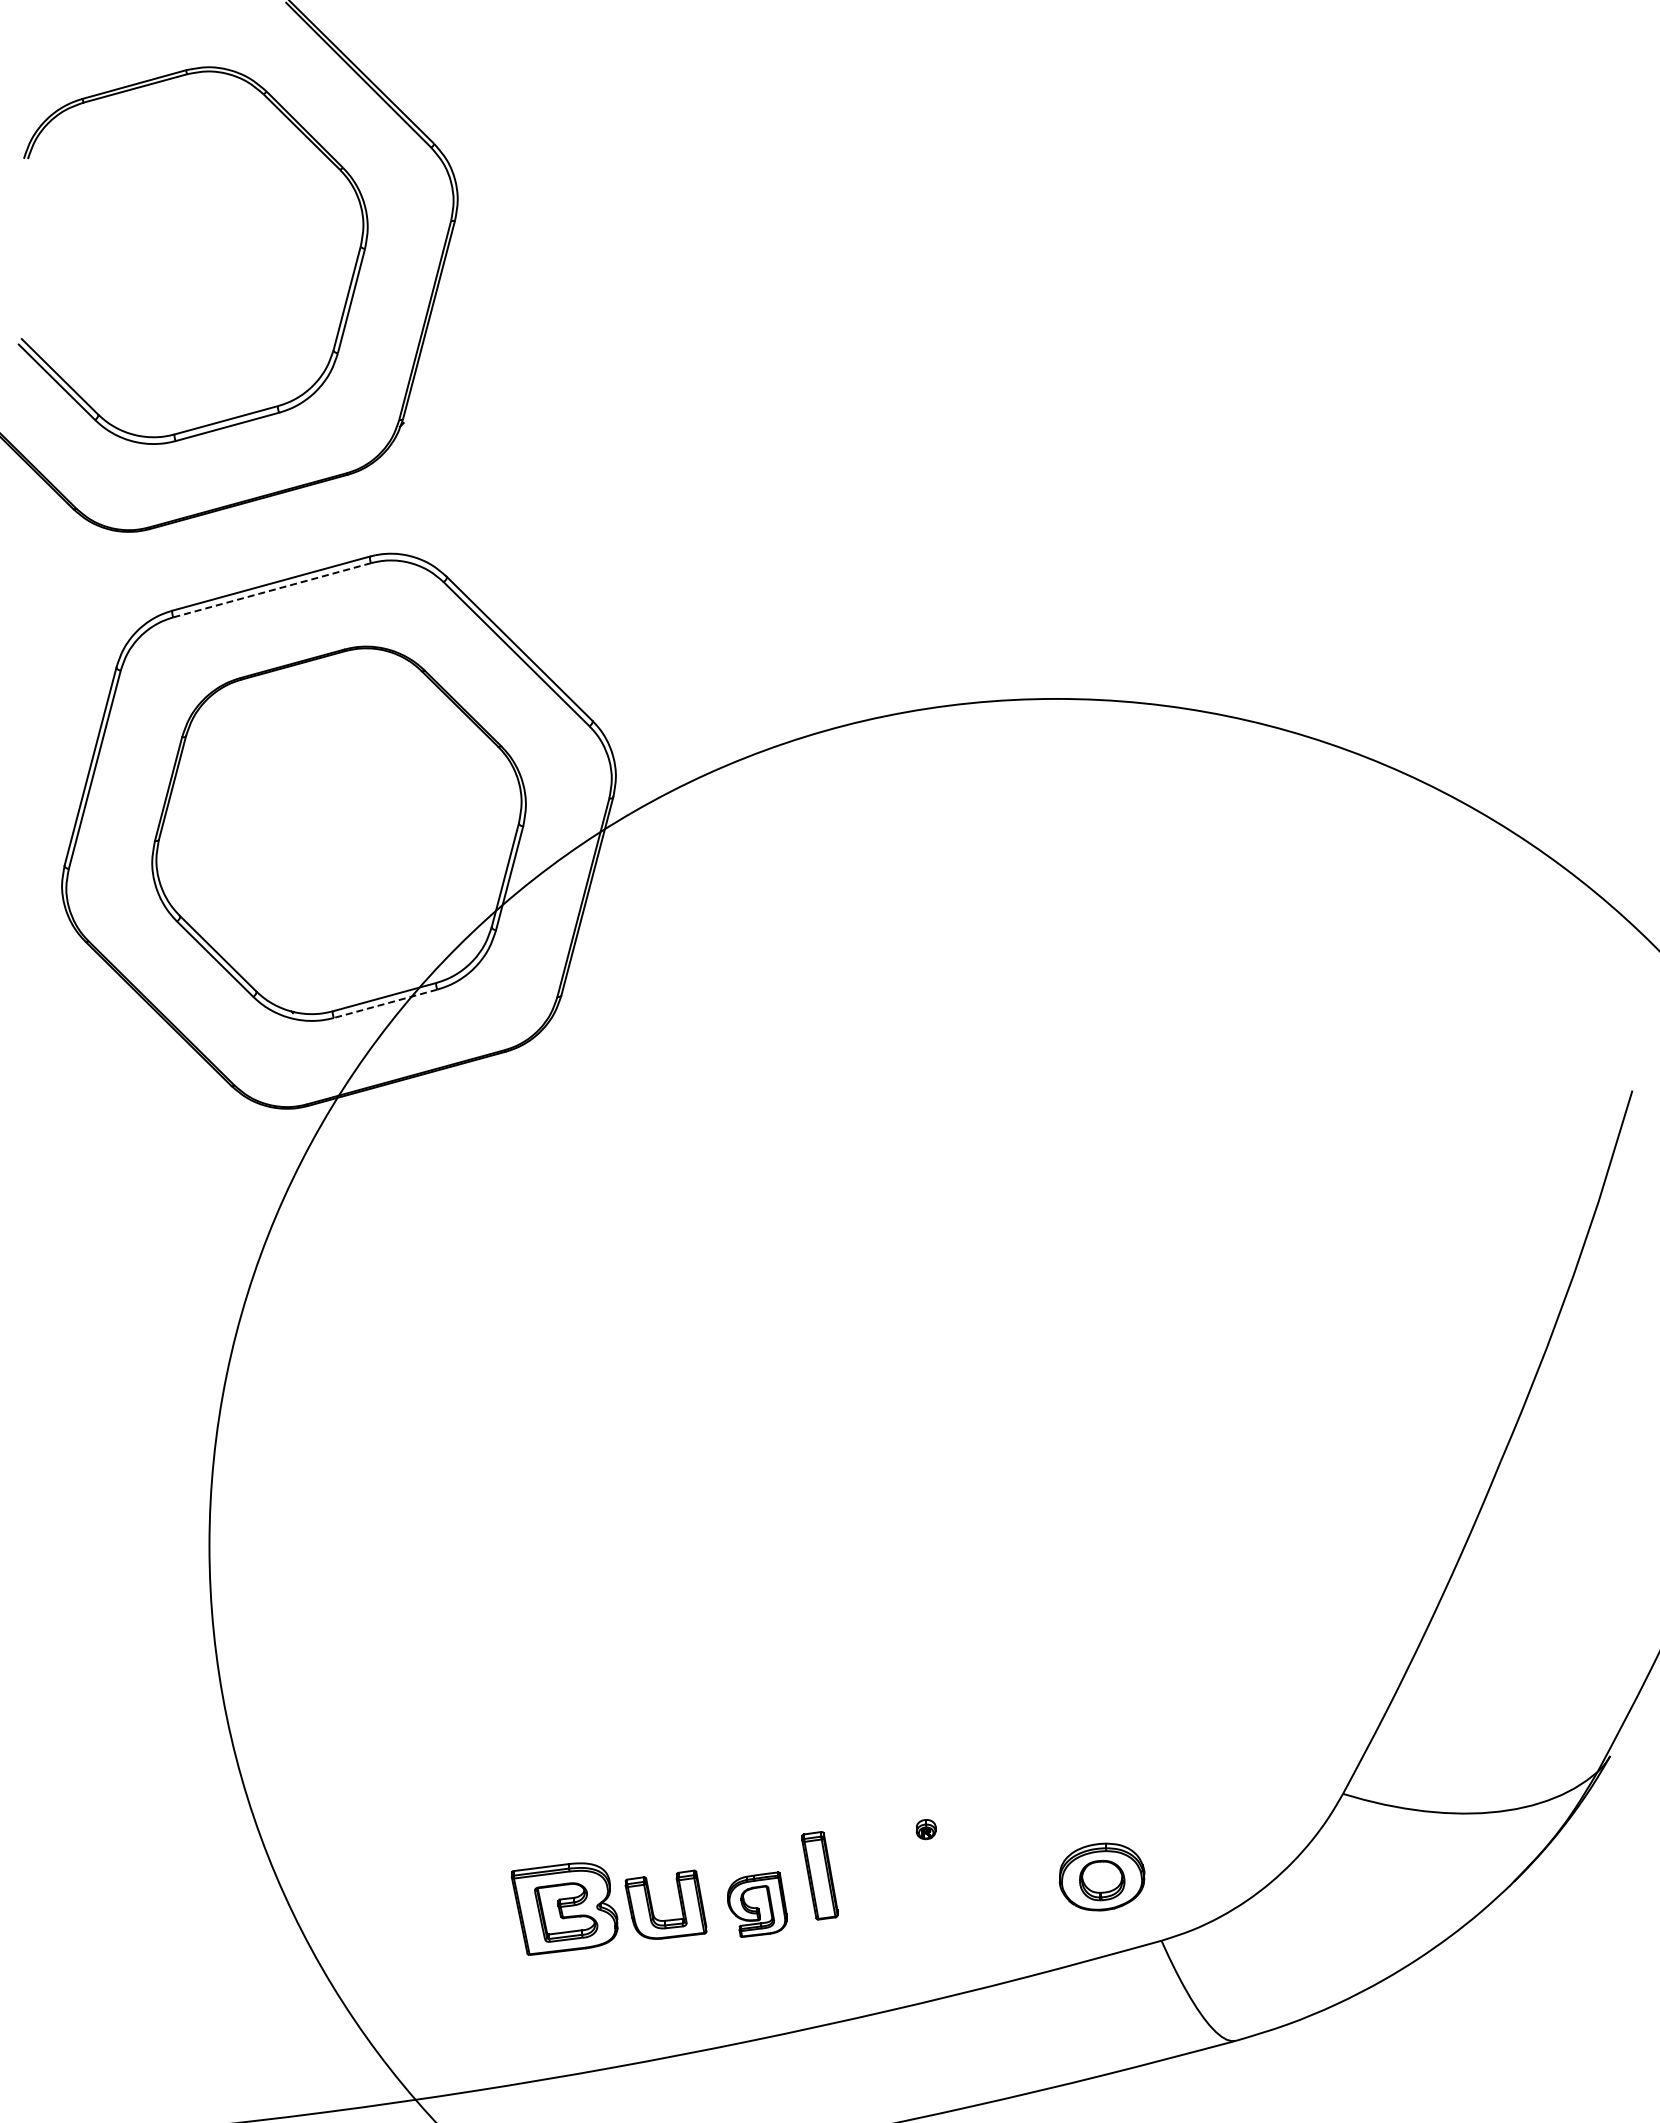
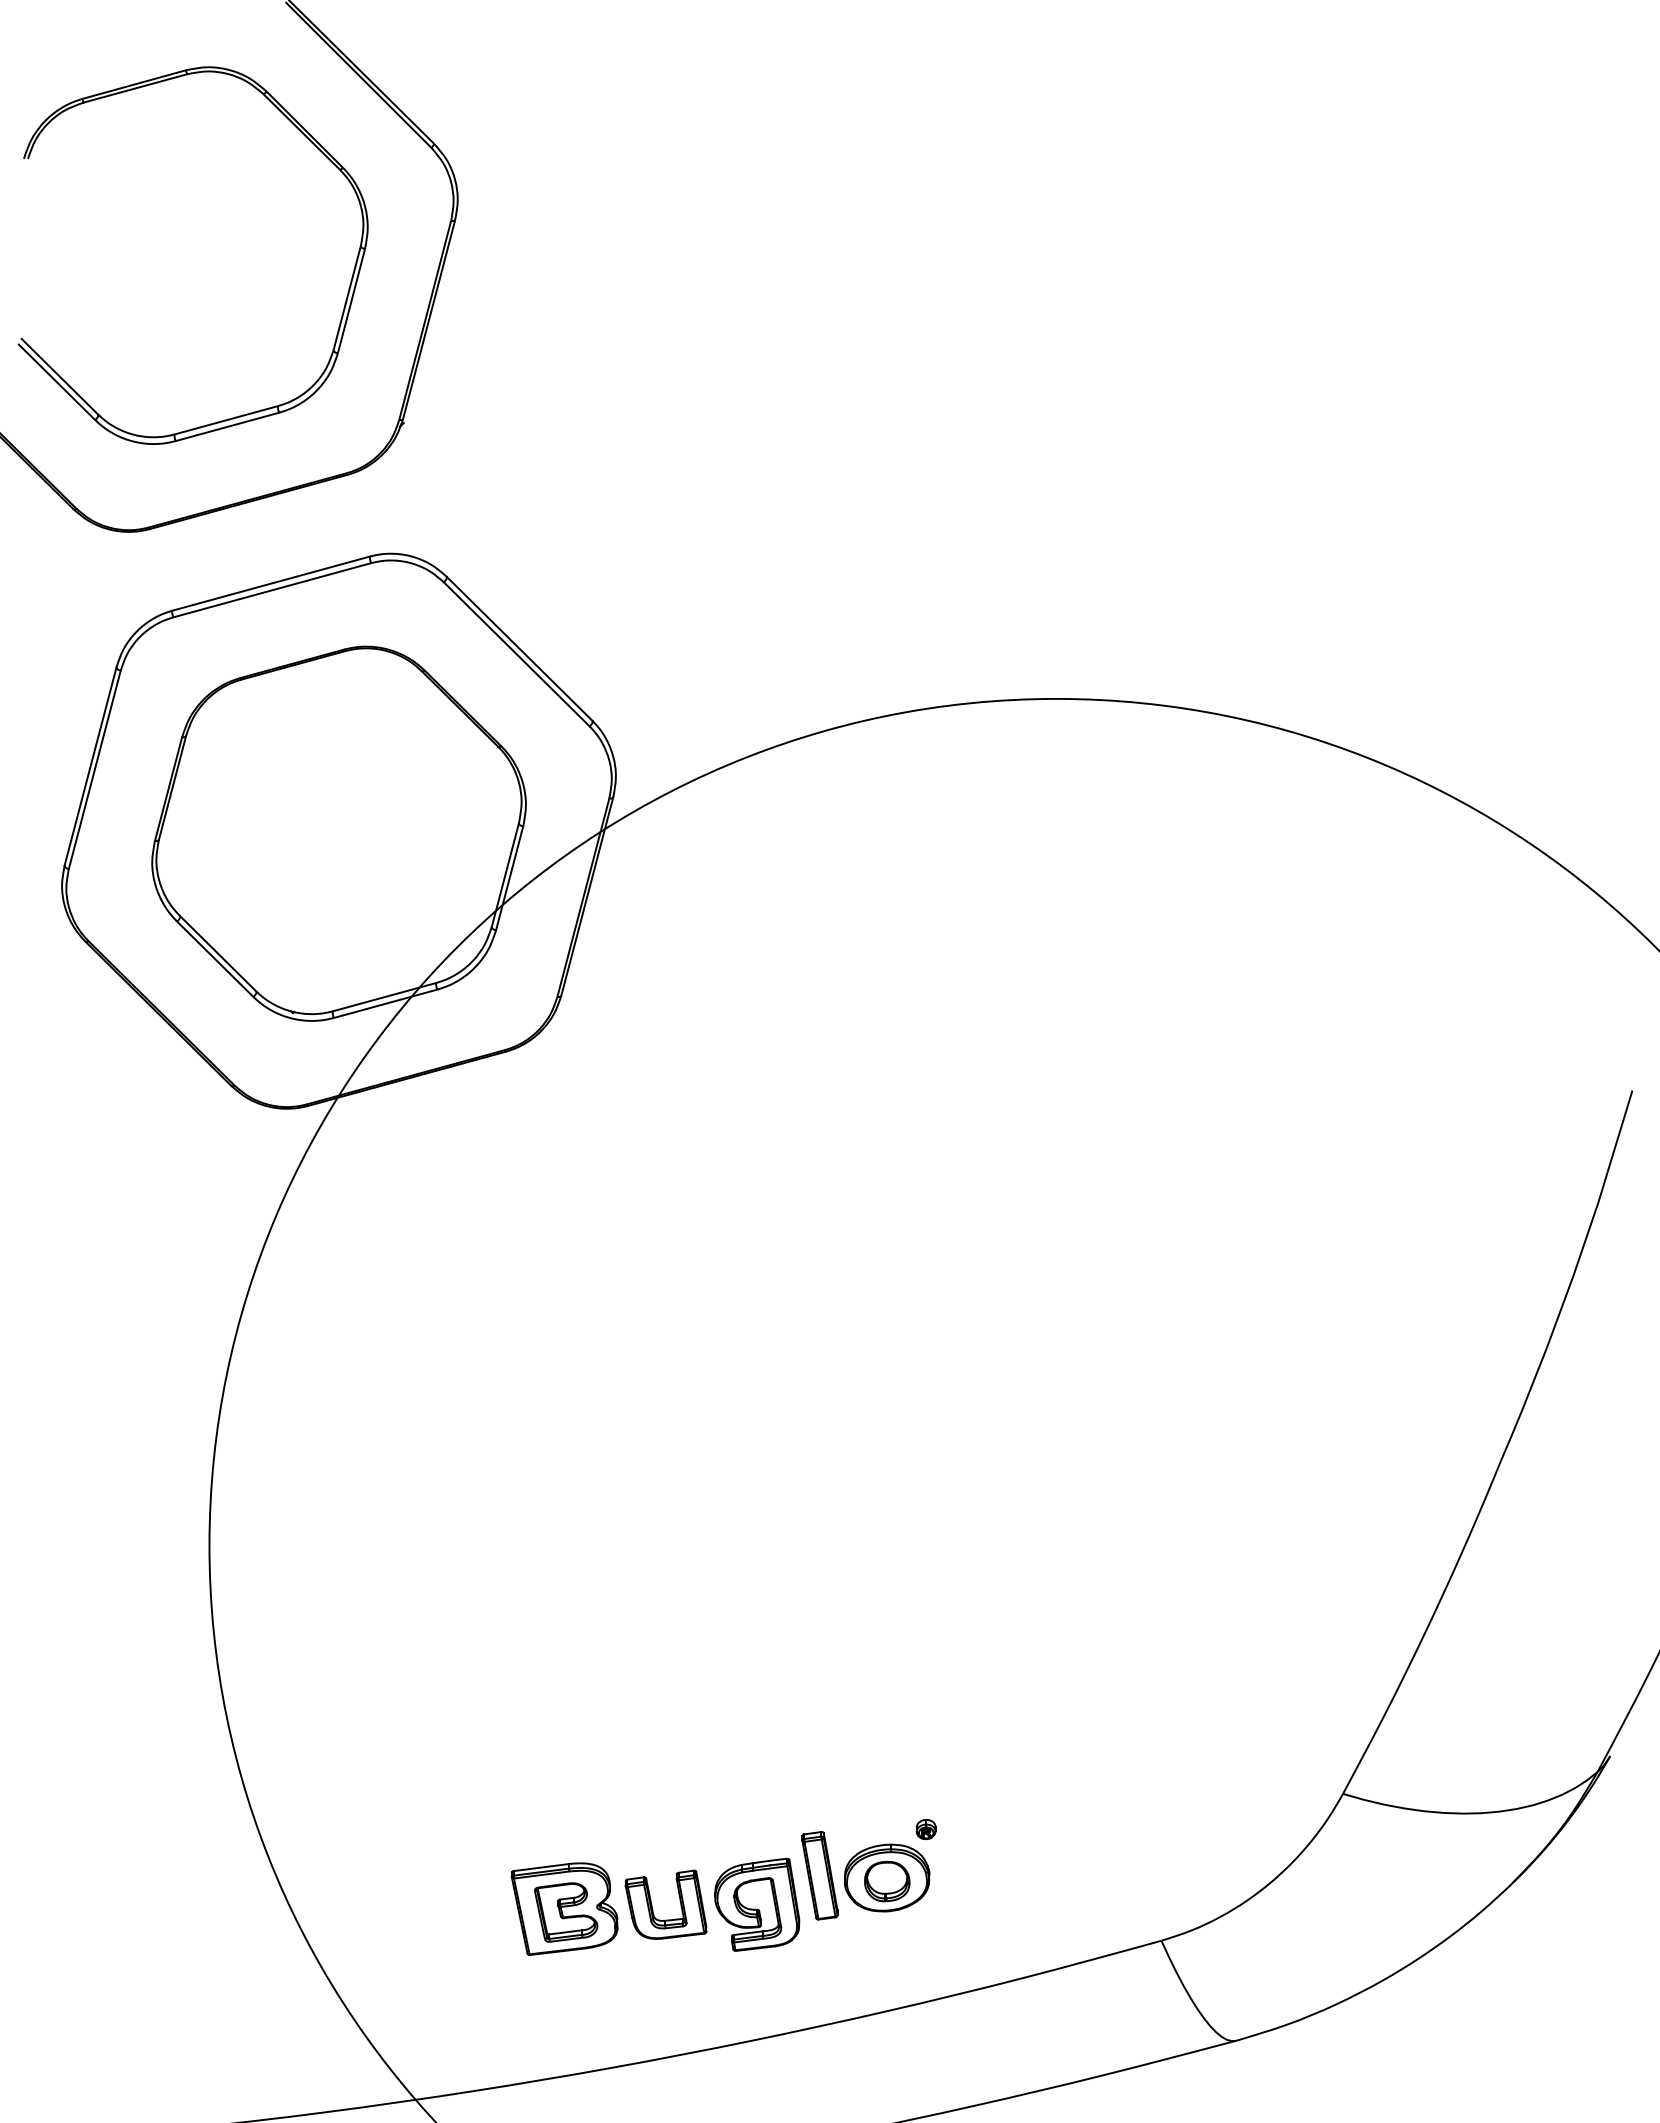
line at (272, 590): dashed -> solid
line at (385, 1003): dashed -> solid
part at (1101, 1876) position: (1101, 1876) -> (886, 1877)
part at (757, 1904) size: 61x67 px -> 87x95 px
